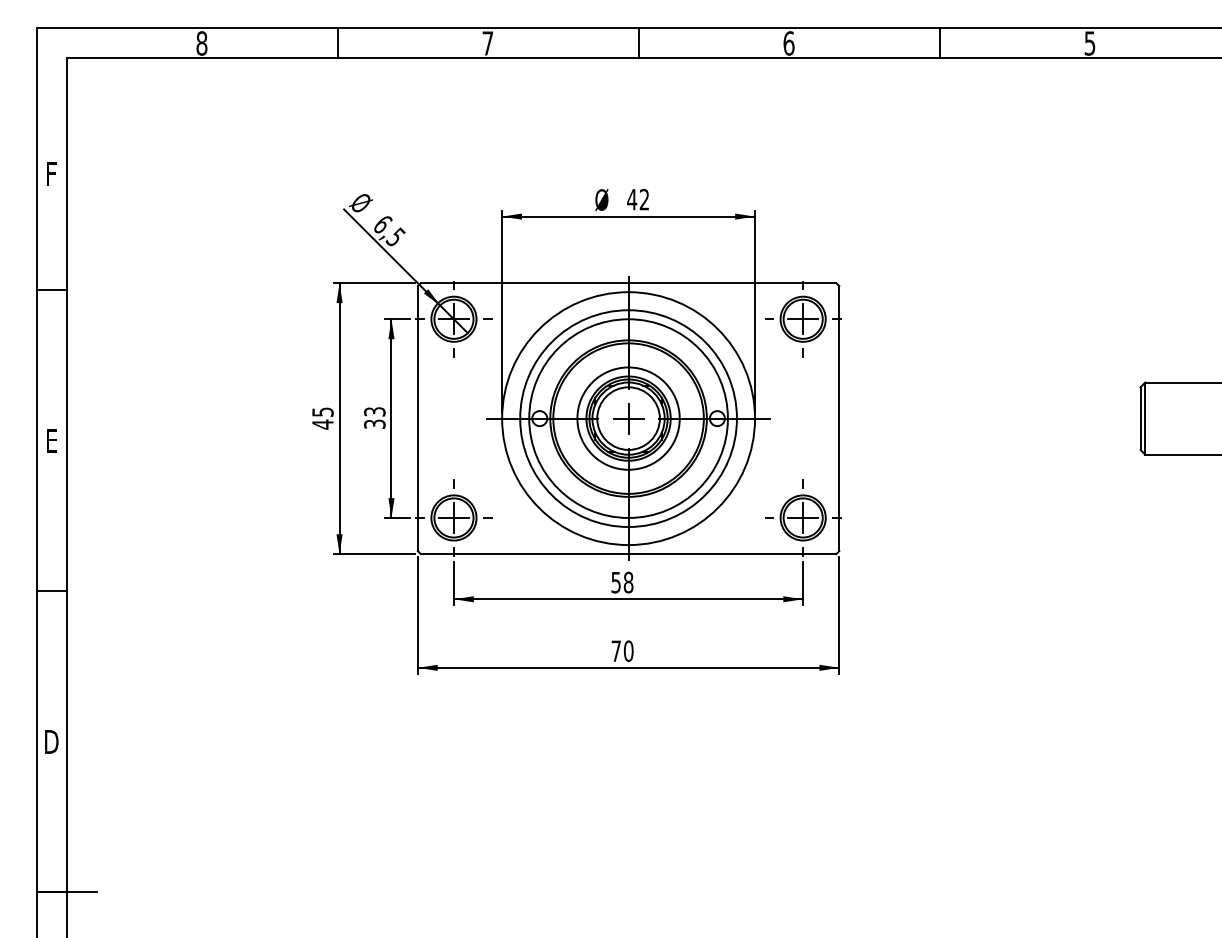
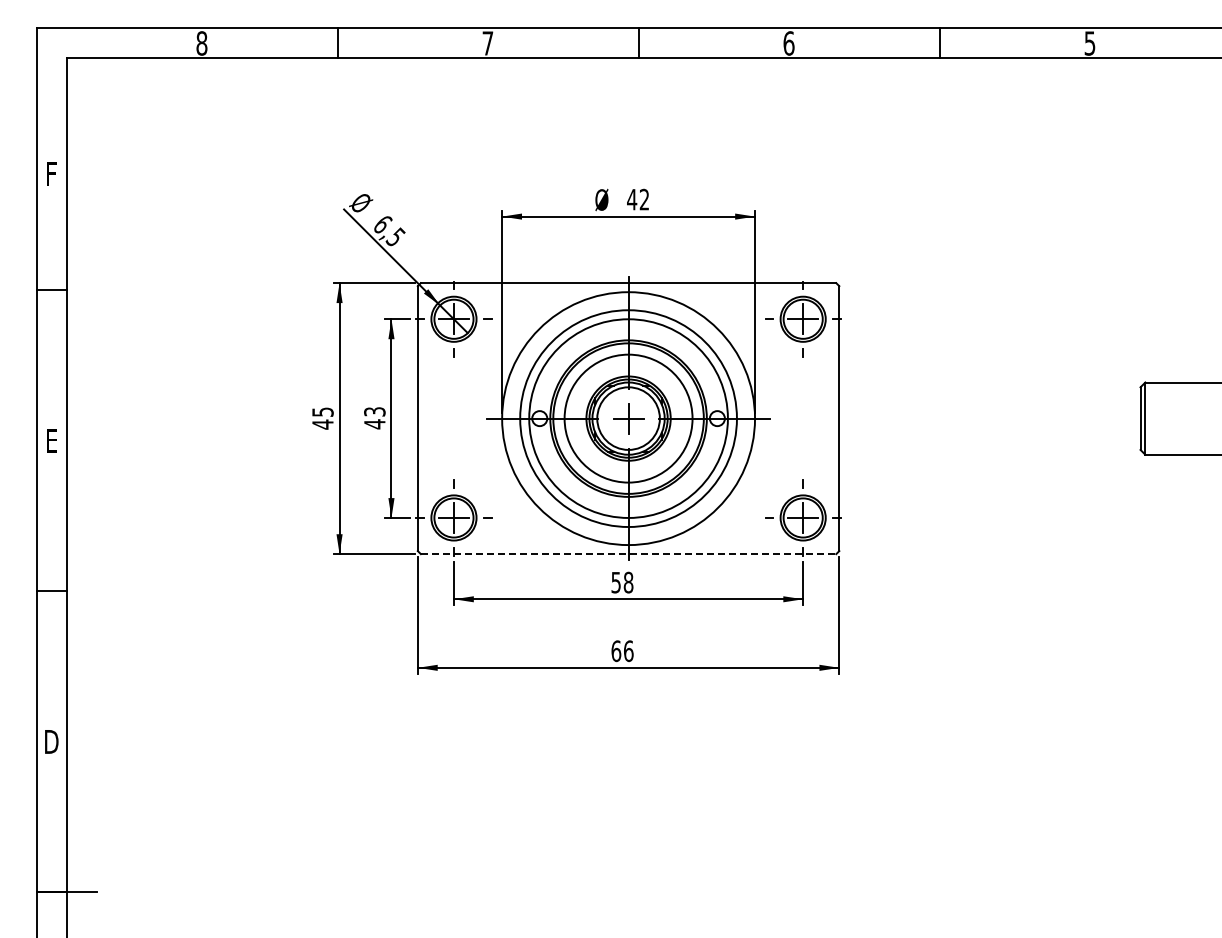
circle at (628, 418) diameter: 102 px -> 128 px
text at (374, 424): 33 -> 43
line at (628, 554): solid -> dashed
text at (622, 651): 70 -> 66
